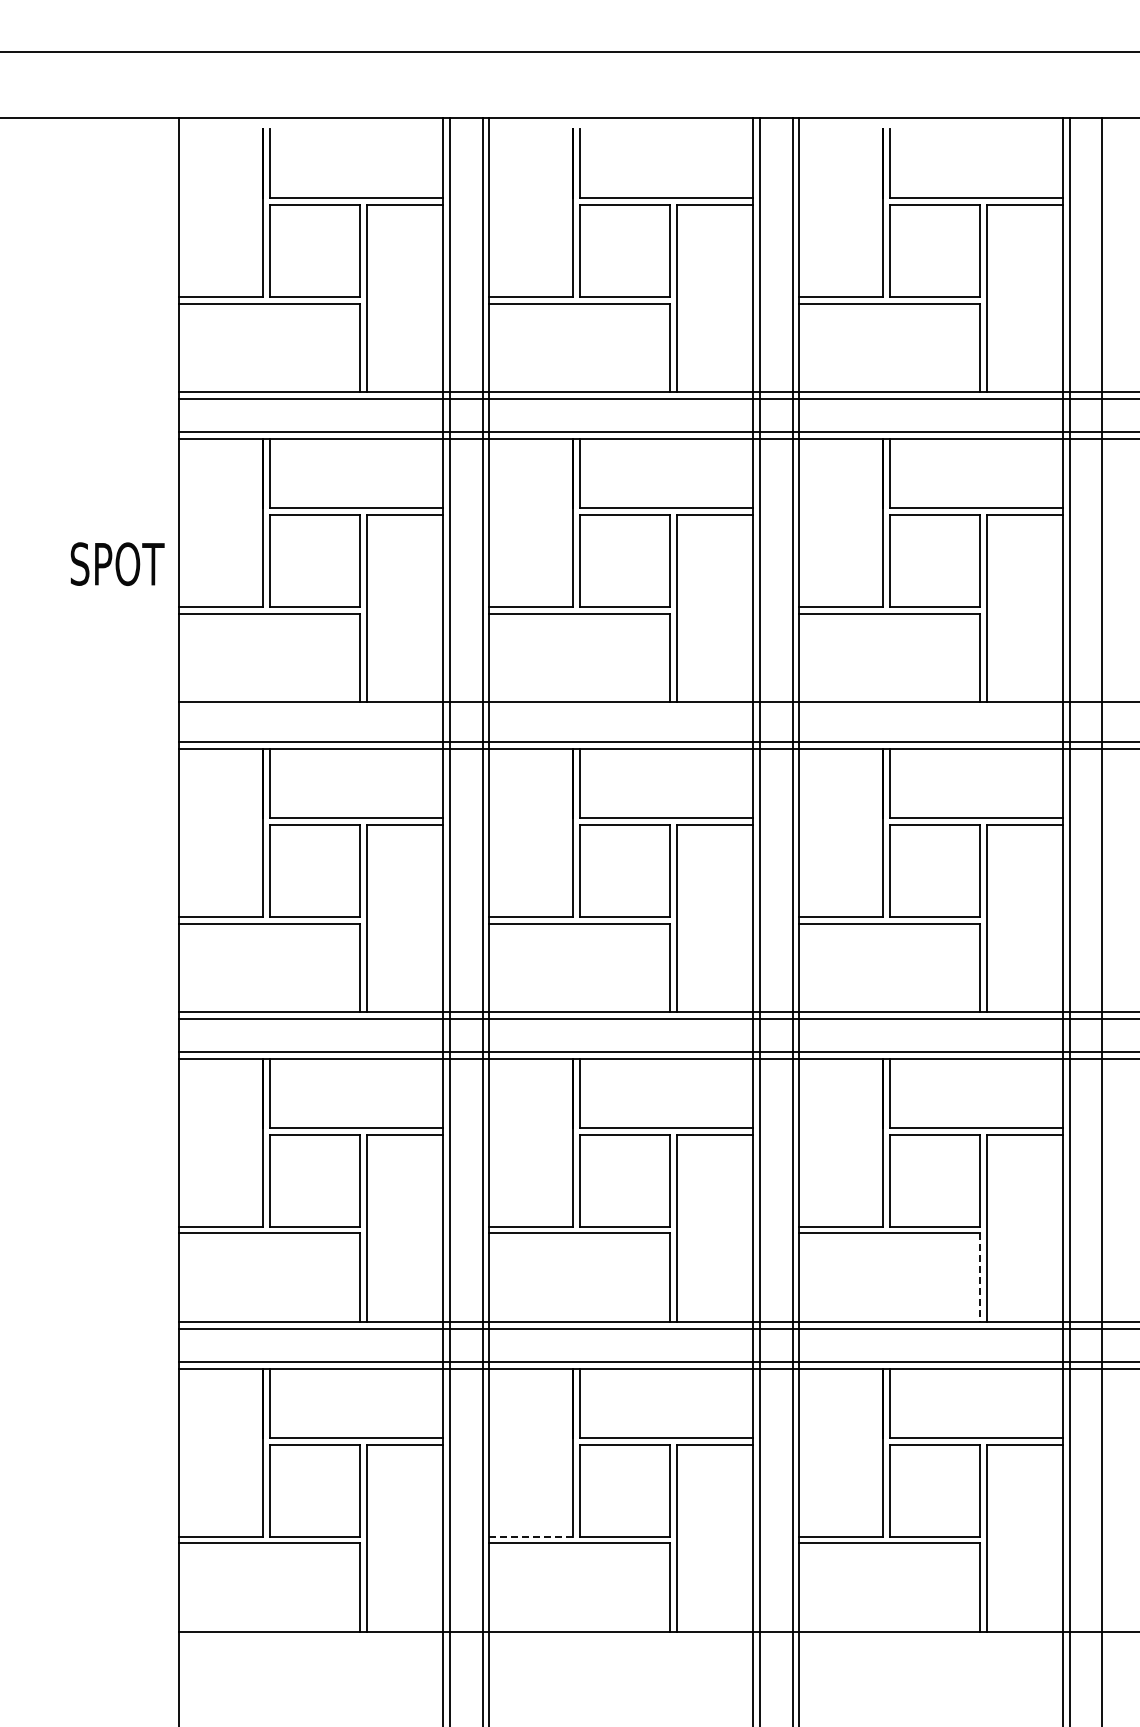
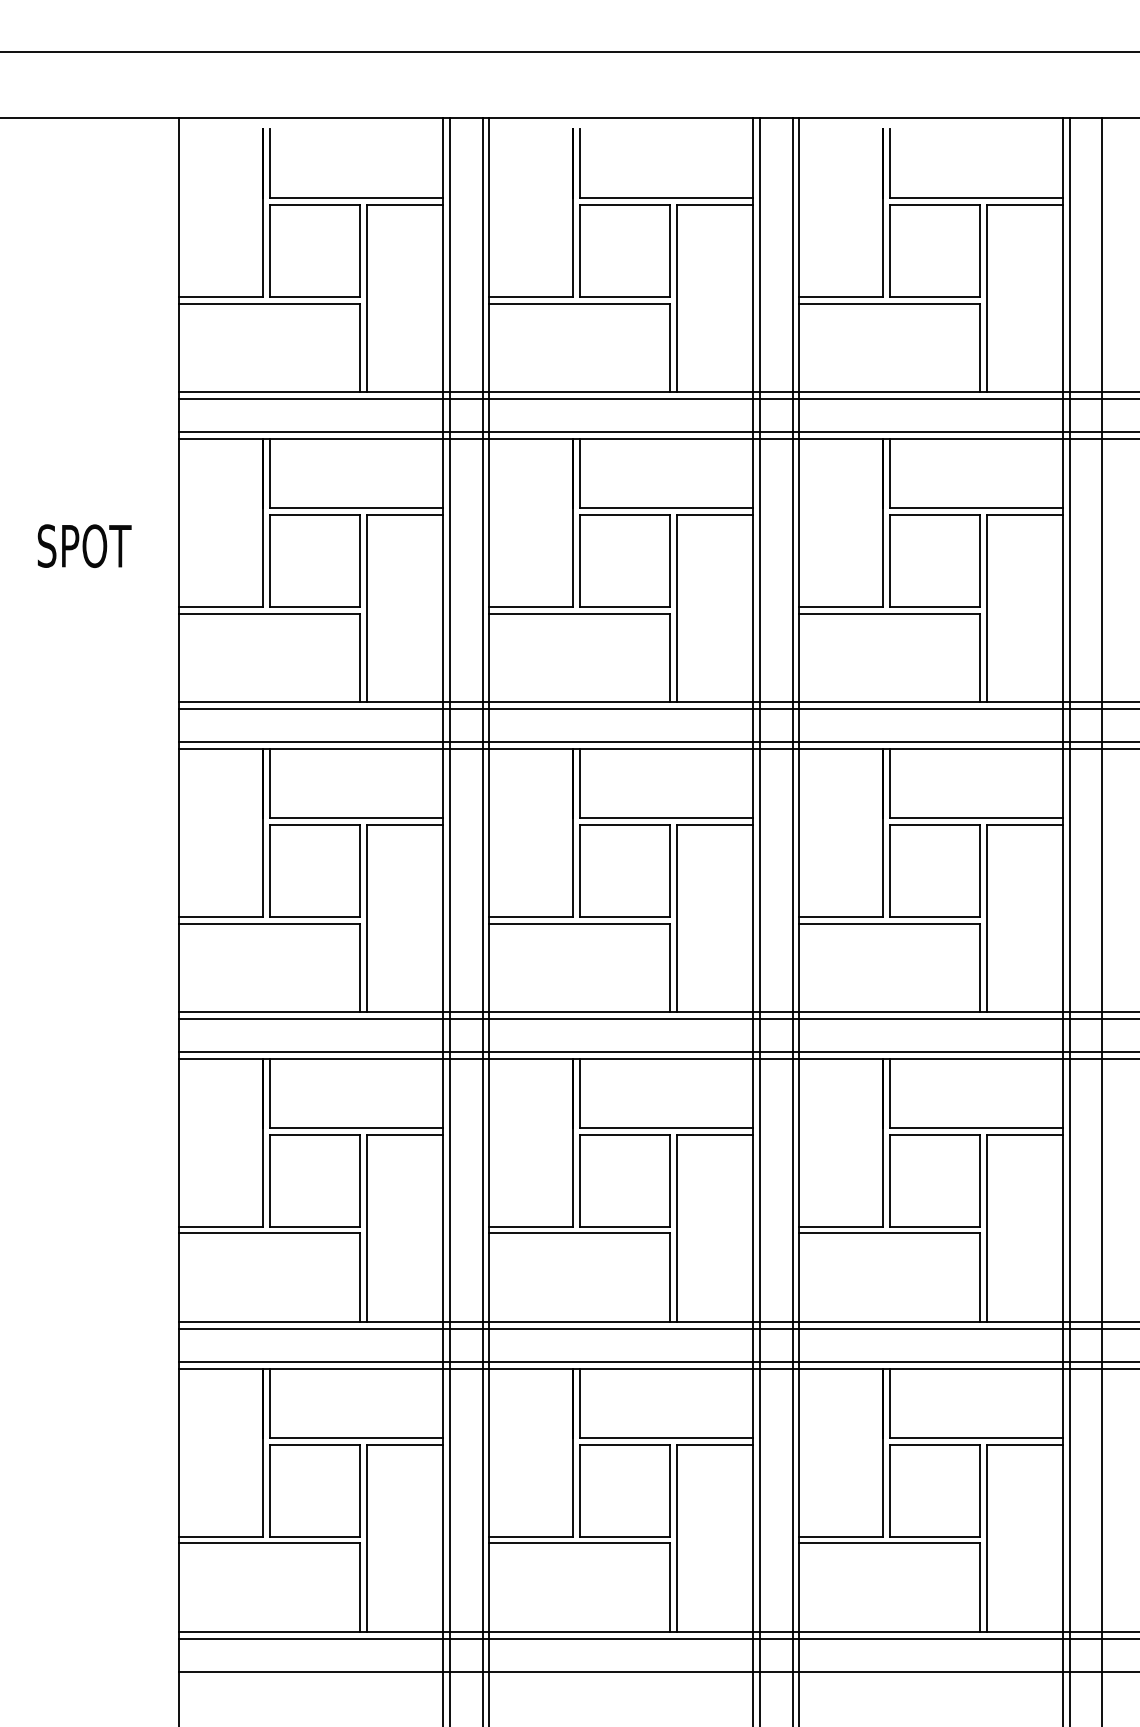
text at (117, 563) position: (117, 563) -> (84, 545)
line at (657, 709): none -> present
line at (980, 1278): dashed -> solid
line at (531, 1536): dashed -> solid
line at (657, 1638): none -> present
line at (657, 1671): none -> present
